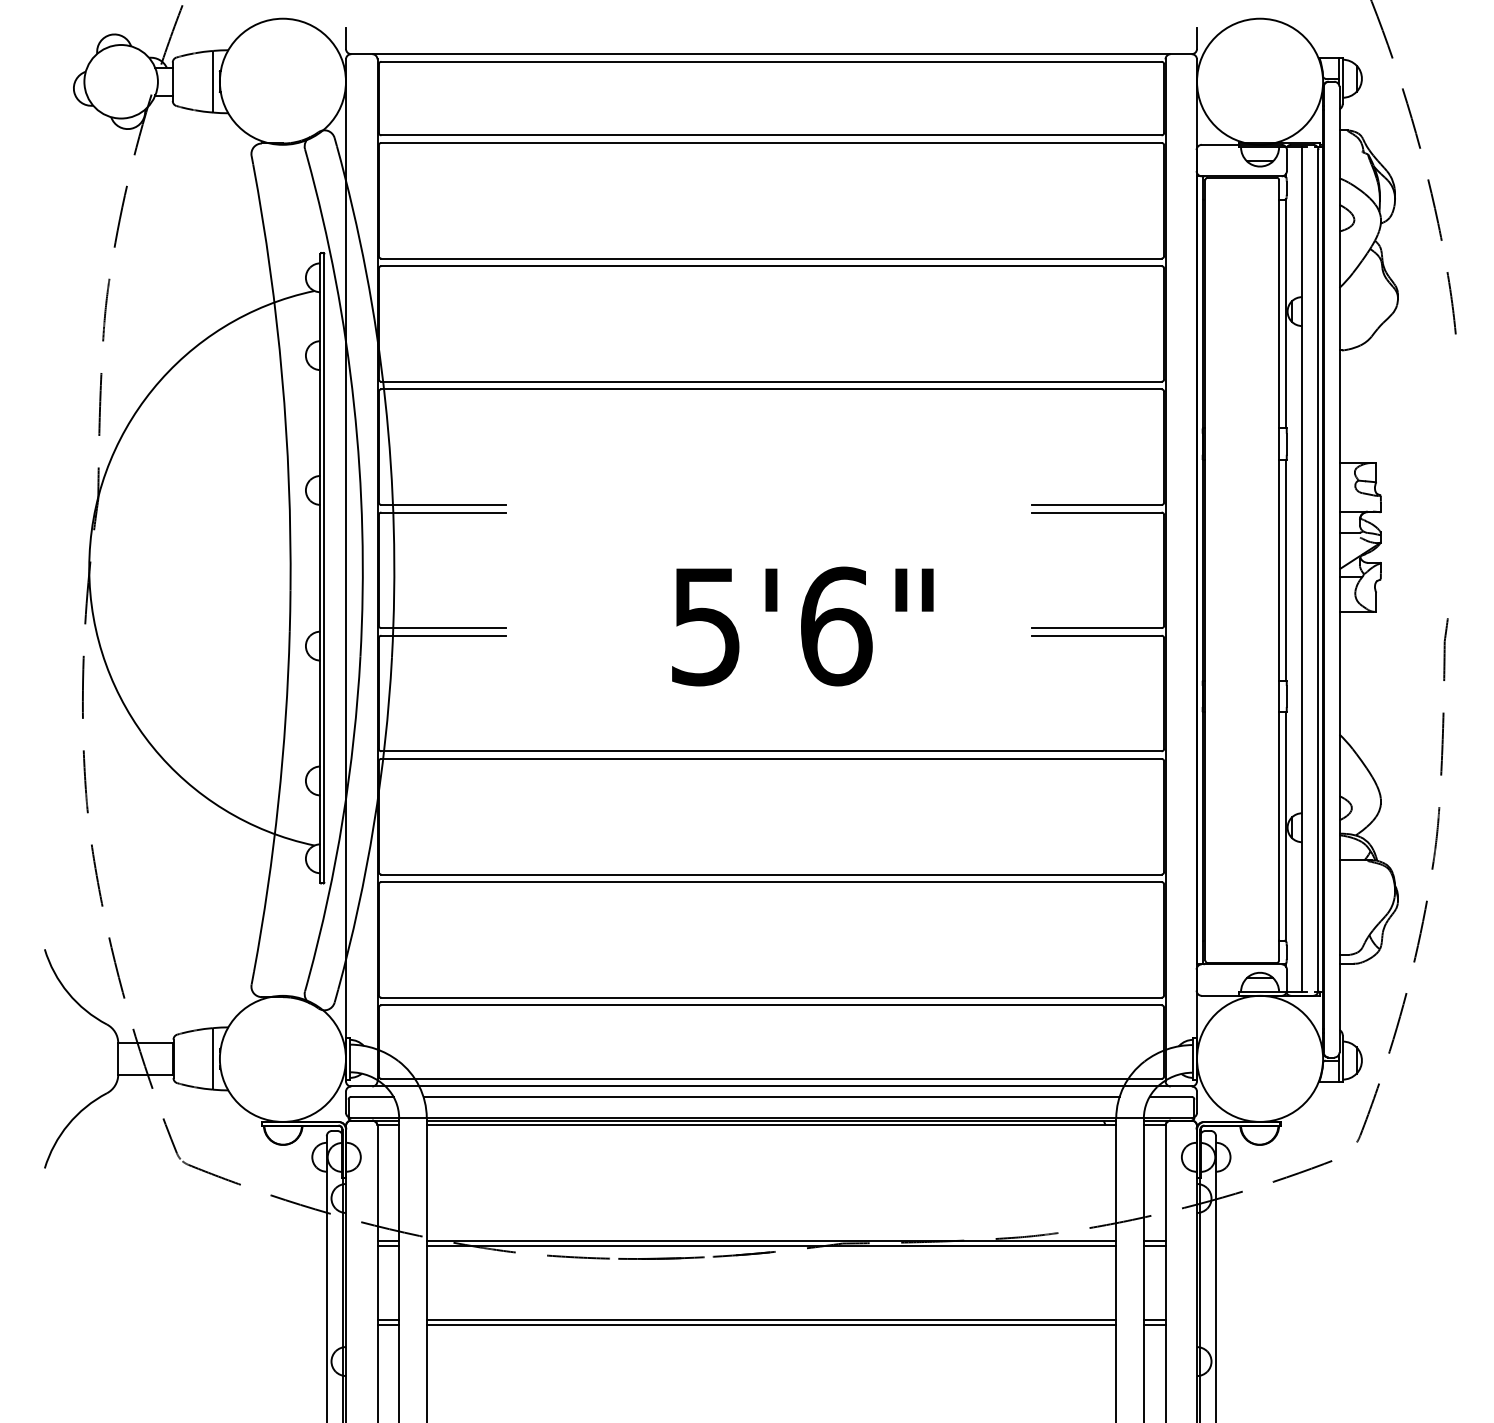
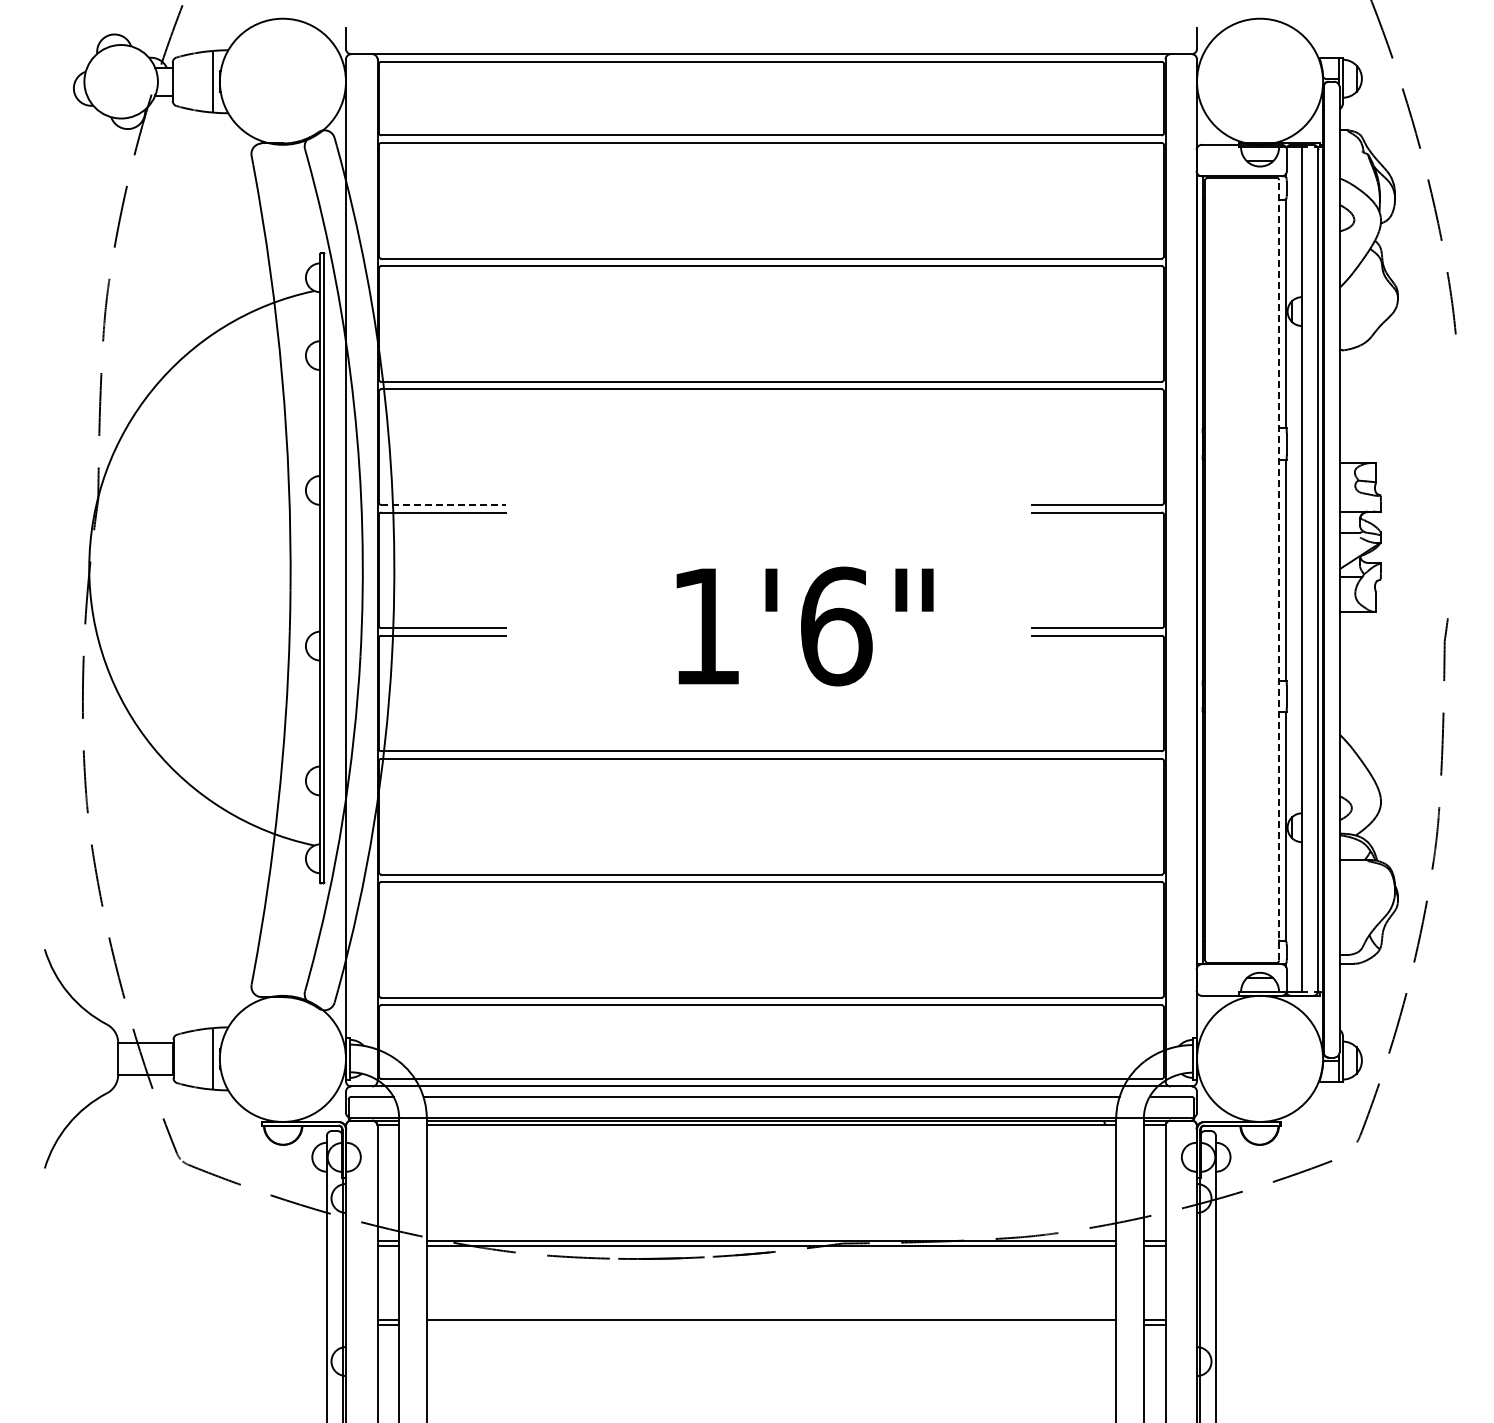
line at (444, 504): solid -> dashed
line at (1279, 569): solid -> dashed
text at (705, 627): 5'6" -> 1'6"
line at (771, 1324): present -> none
